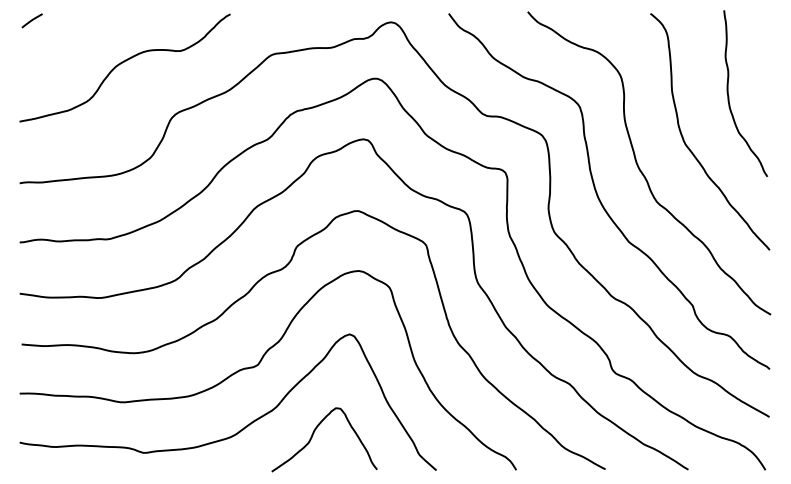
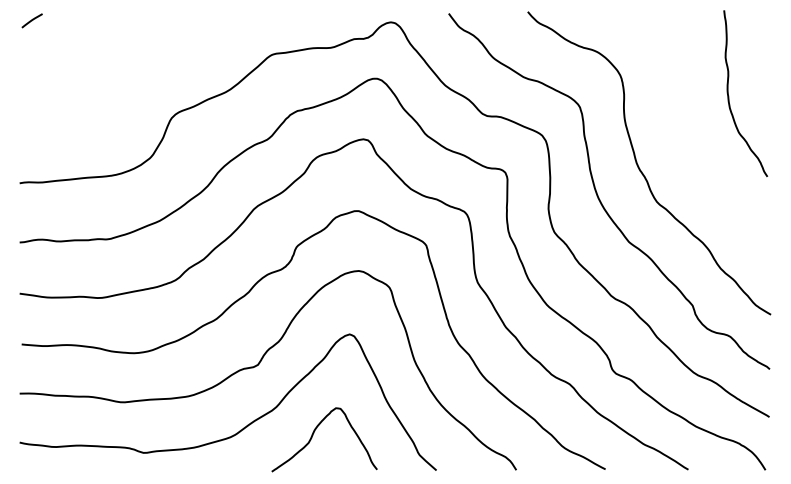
curve at (121, 64): present -> none
curve at (689, 147): present -> none
